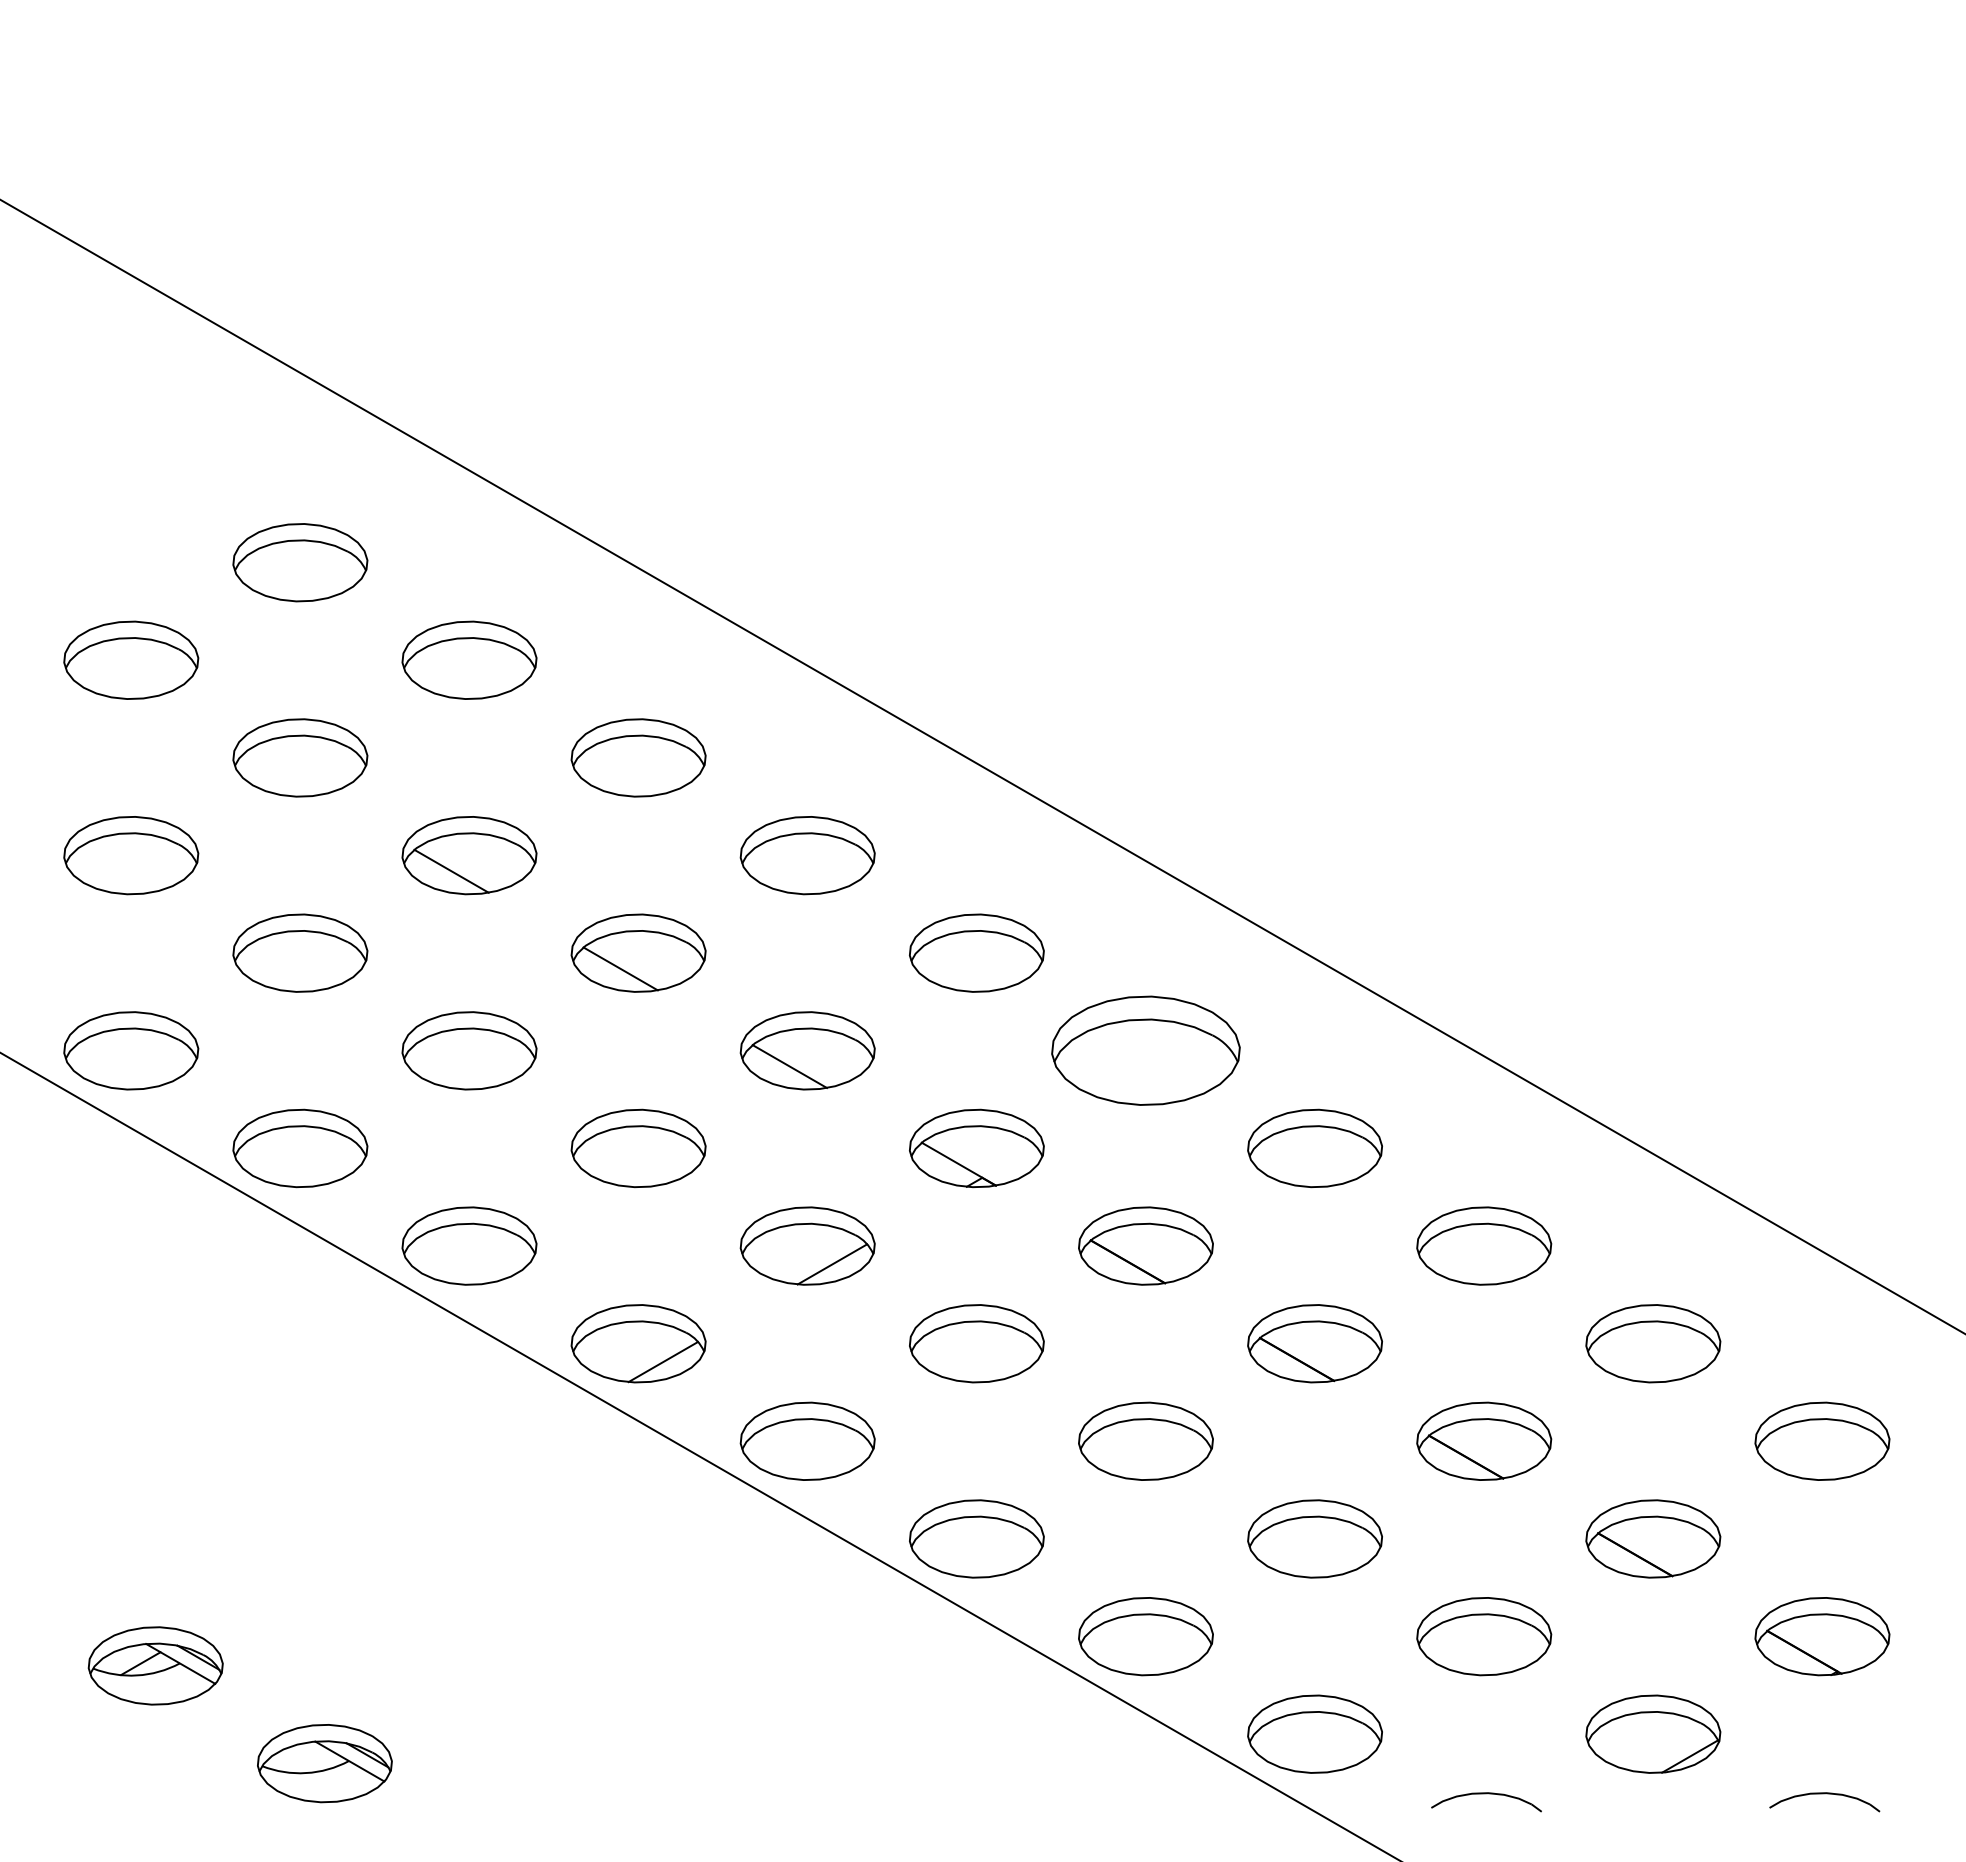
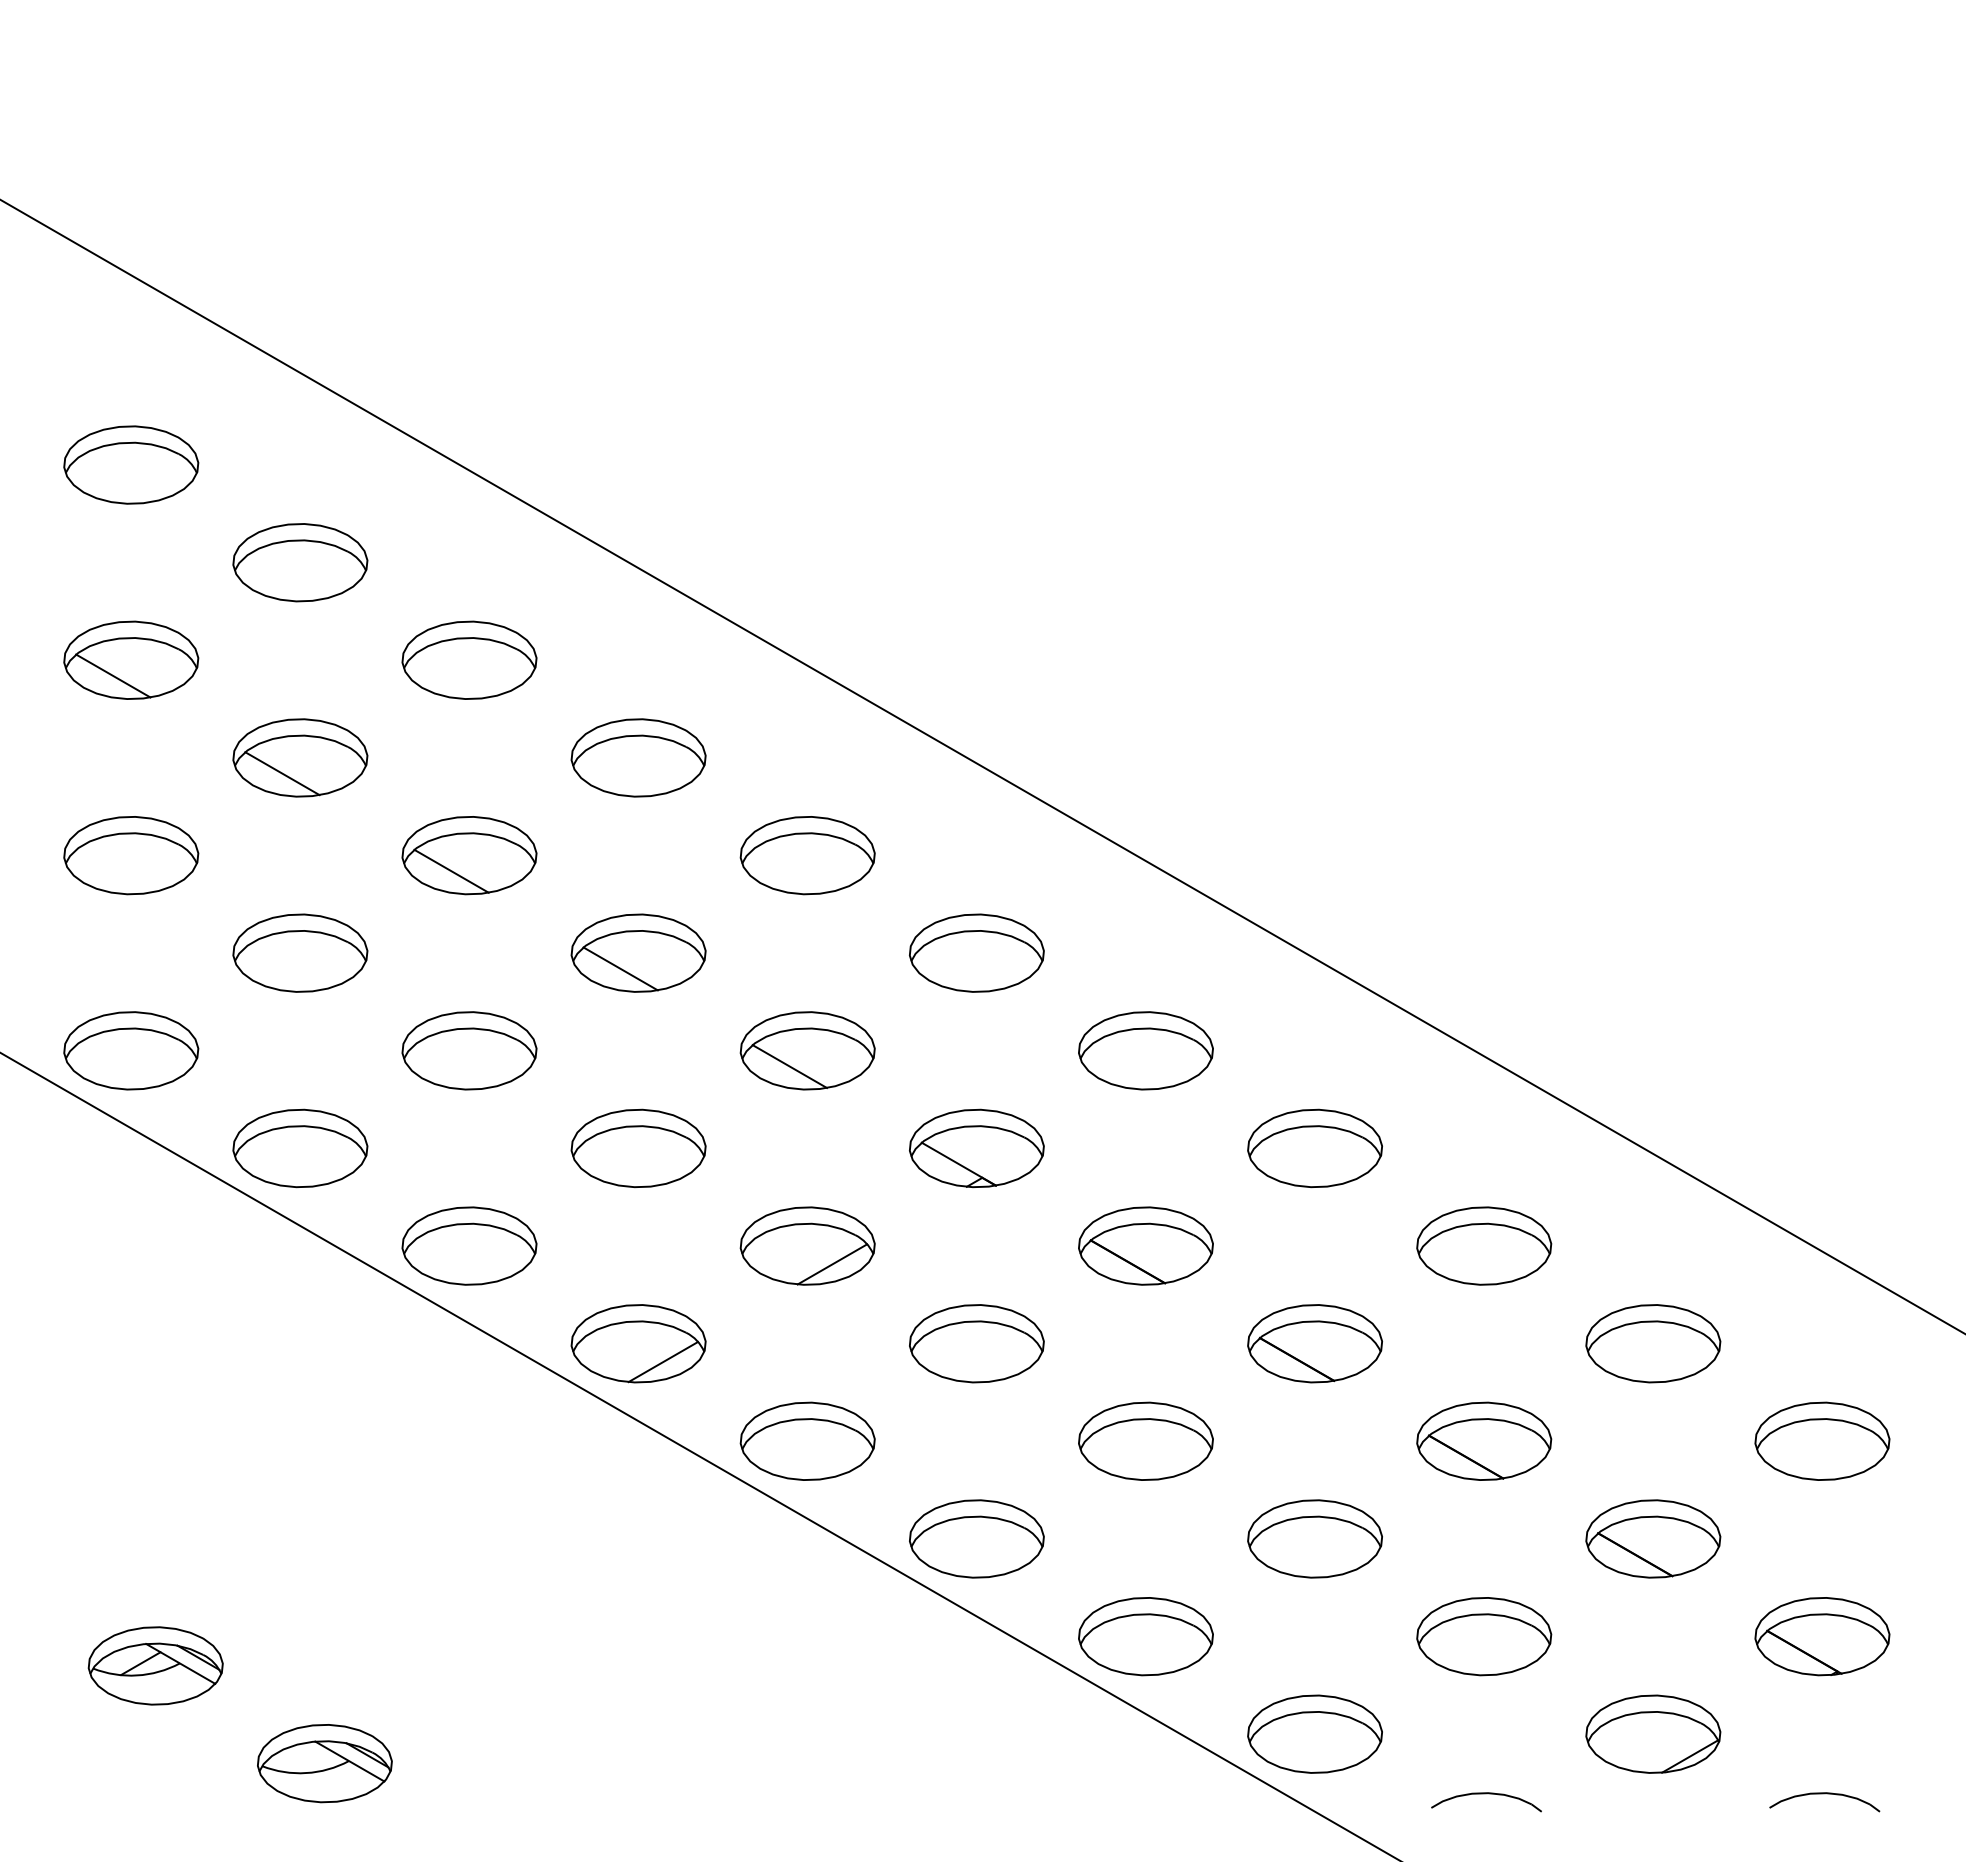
part at (131, 464): none -> present
line at (113, 675): none -> present
line at (282, 773): none -> present
part at (1145, 1050) size: 190x111 px -> 136x80 px
